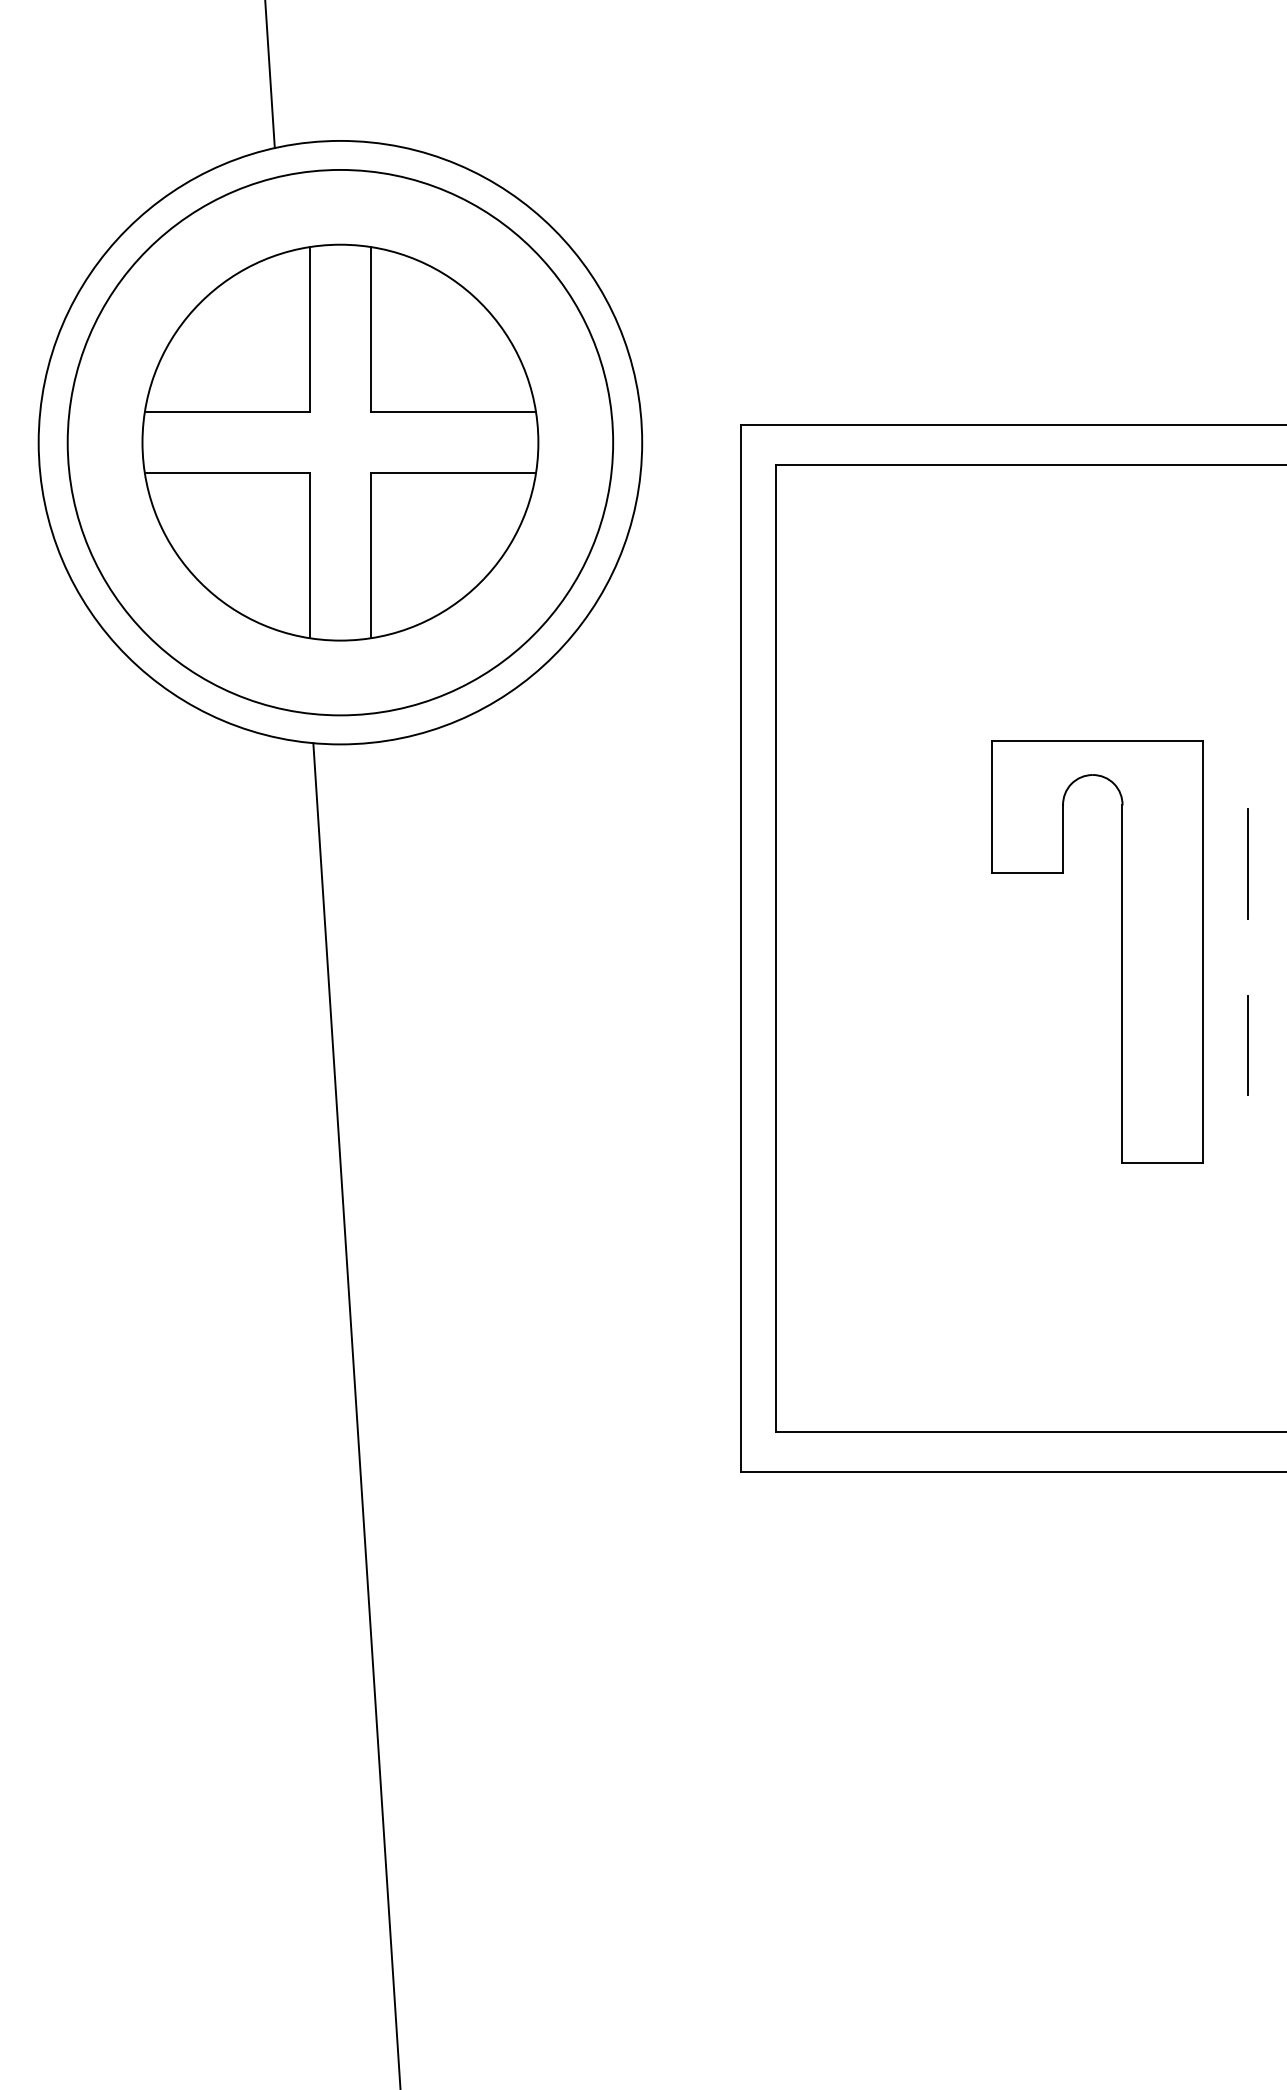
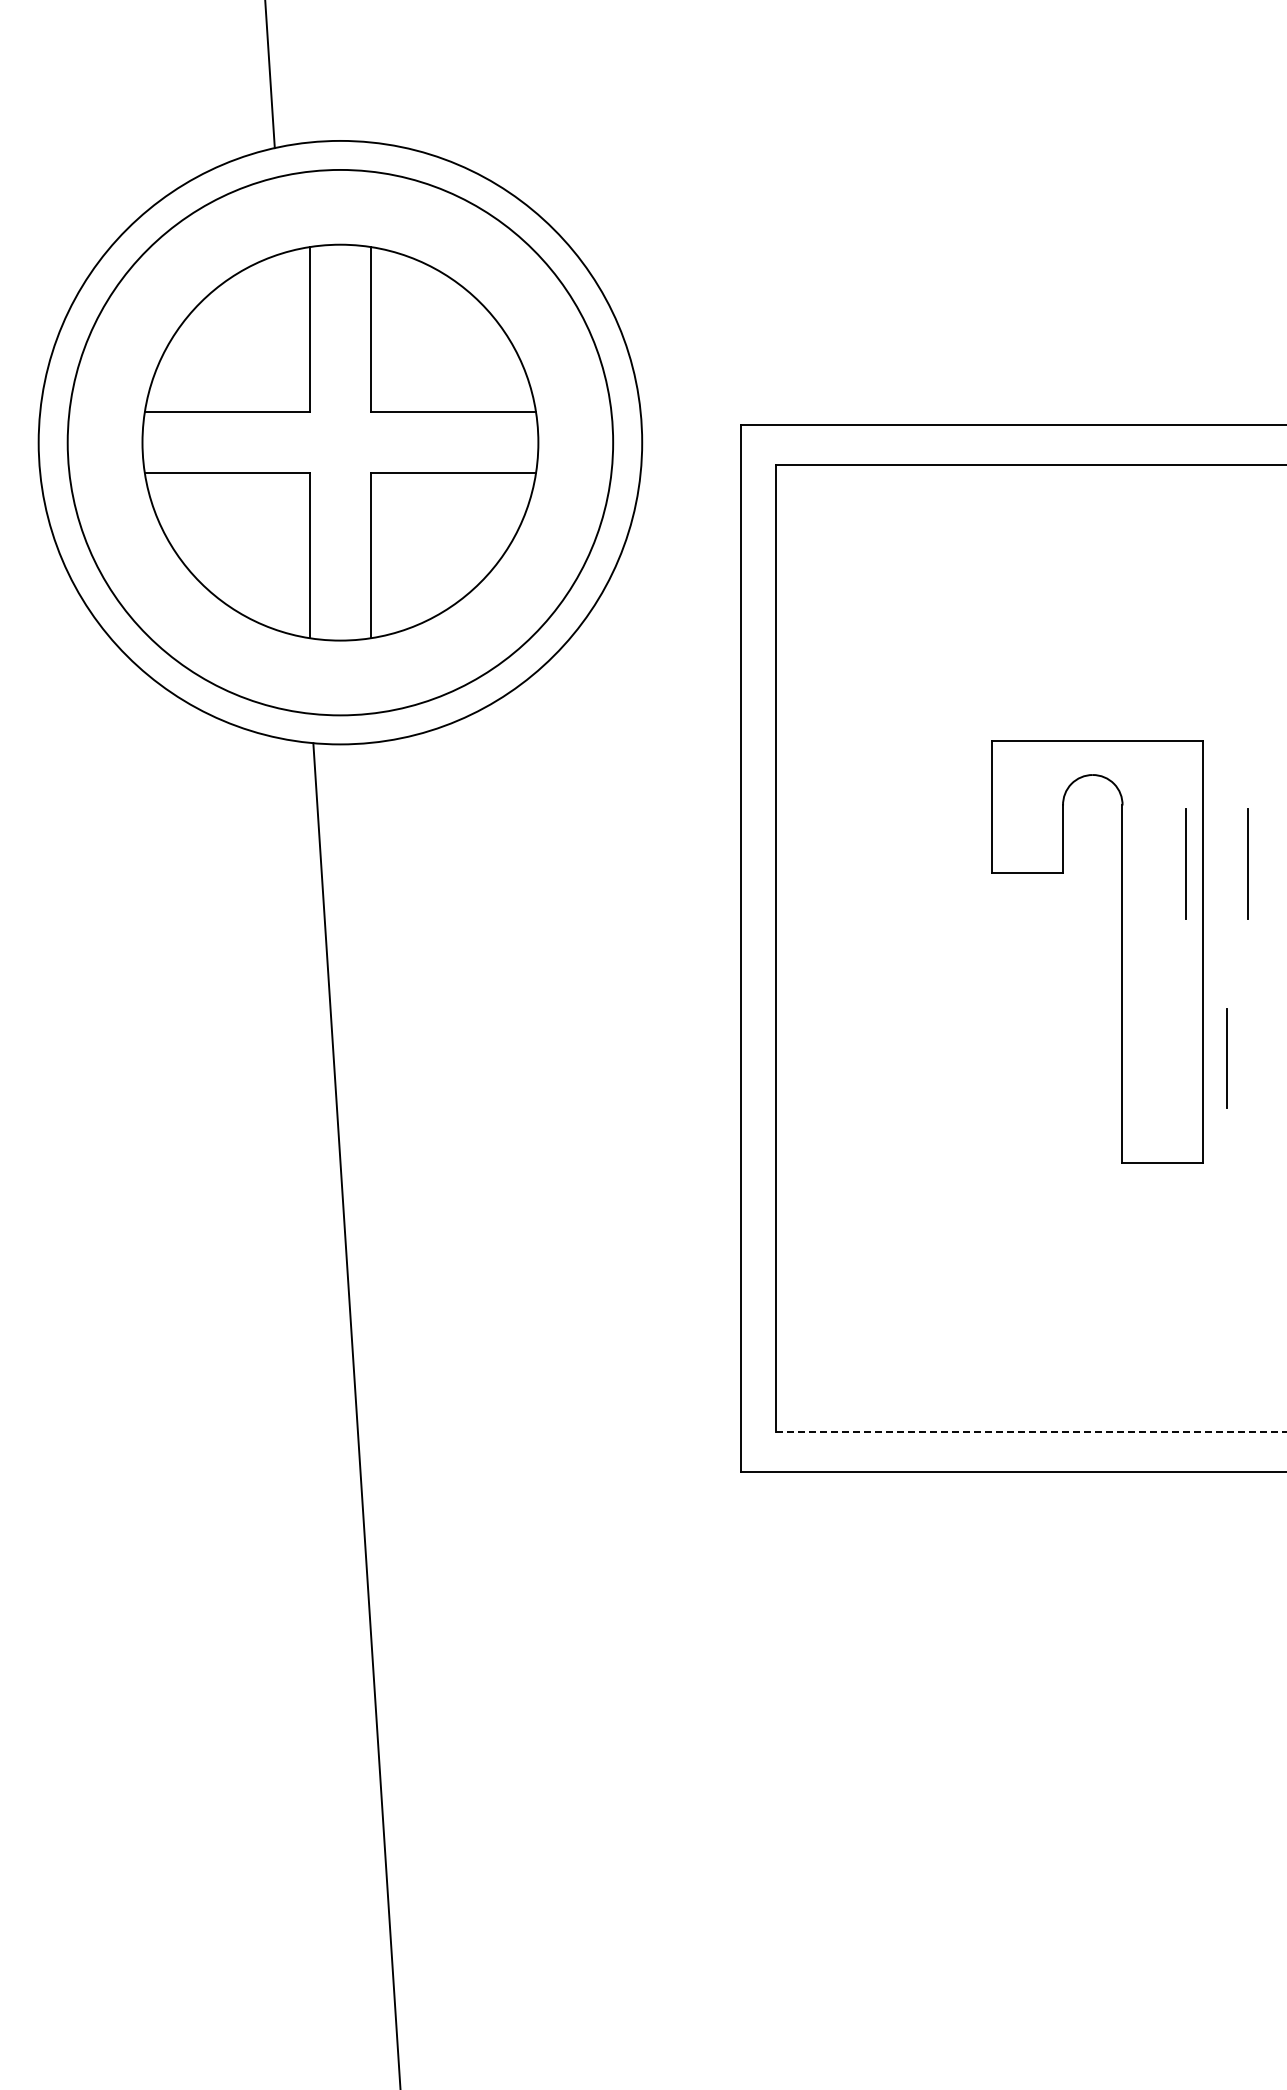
line at (1185, 863): none -> present
line at (1247, 1045) position: (1247, 1045) -> (1226, 1058)
line at (1031, 1432): solid -> dashed
